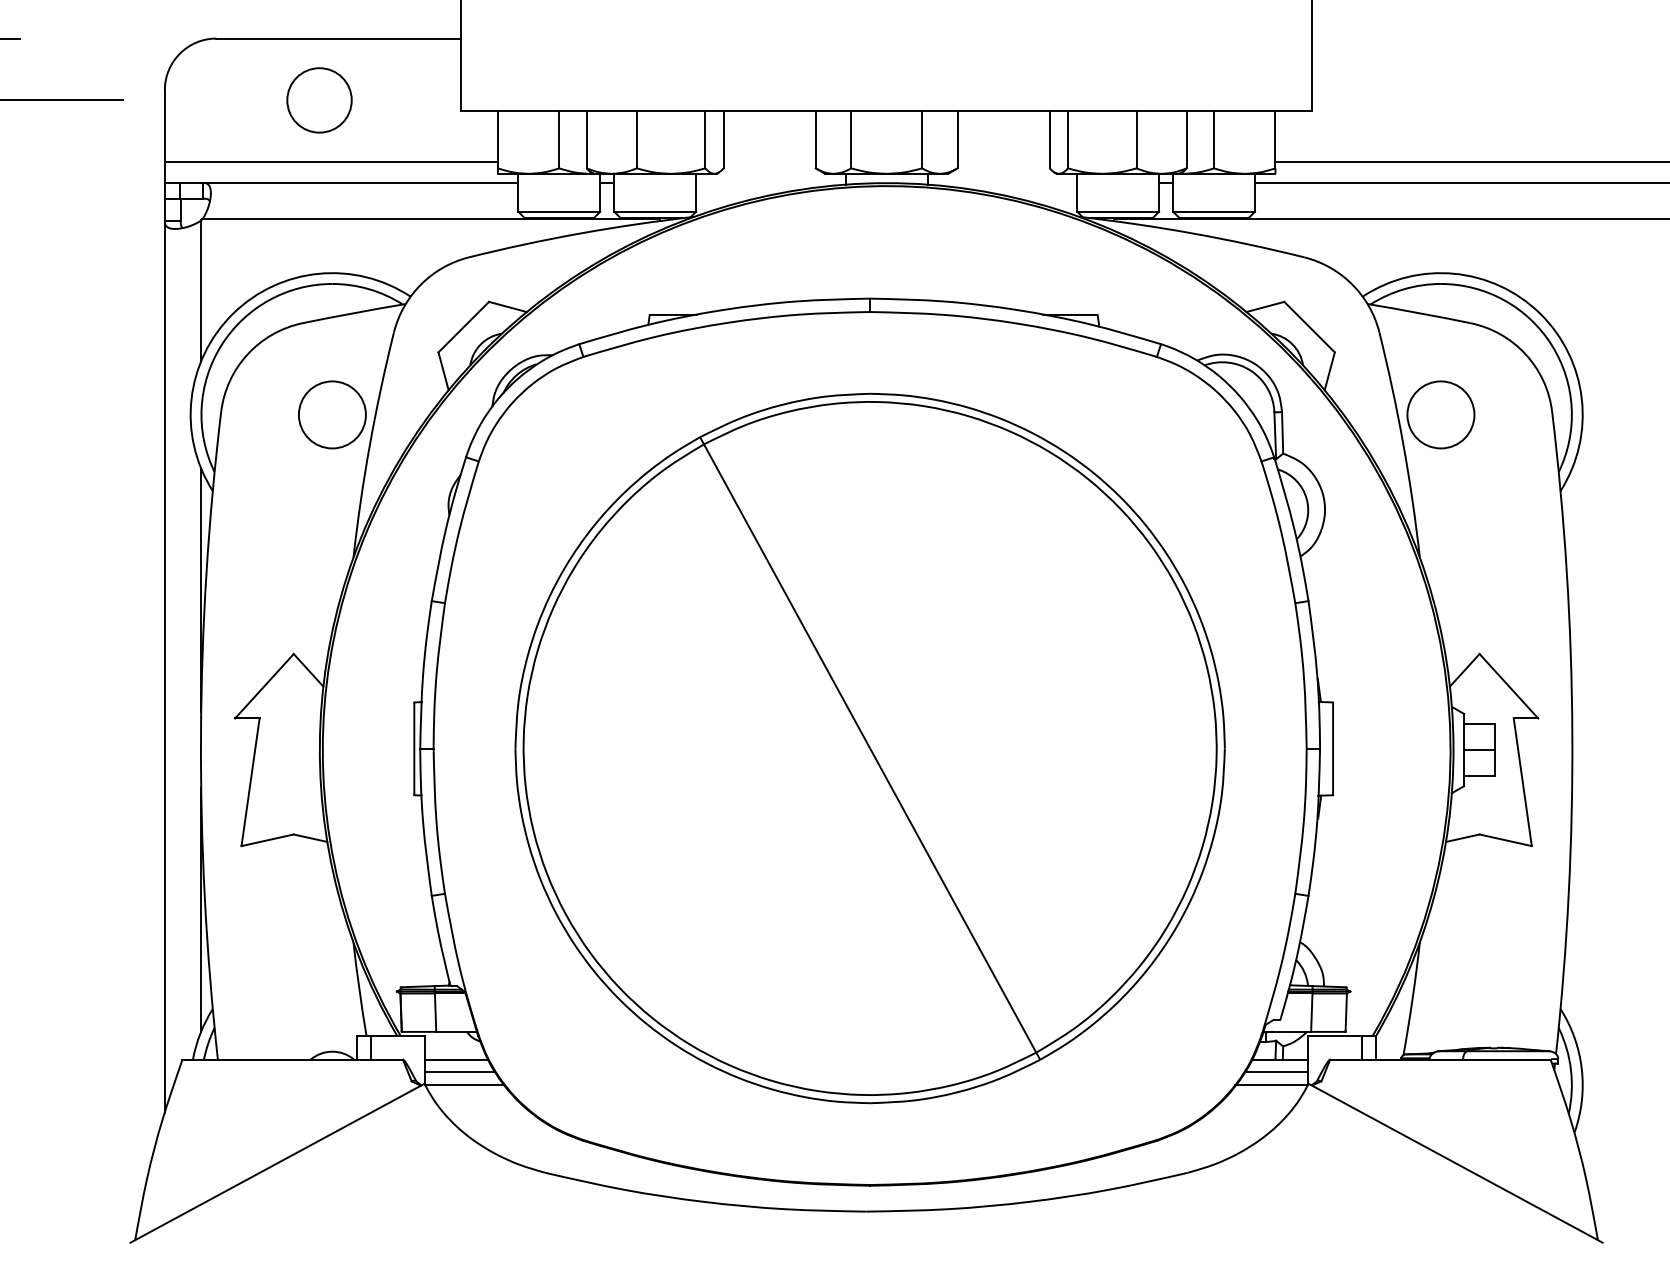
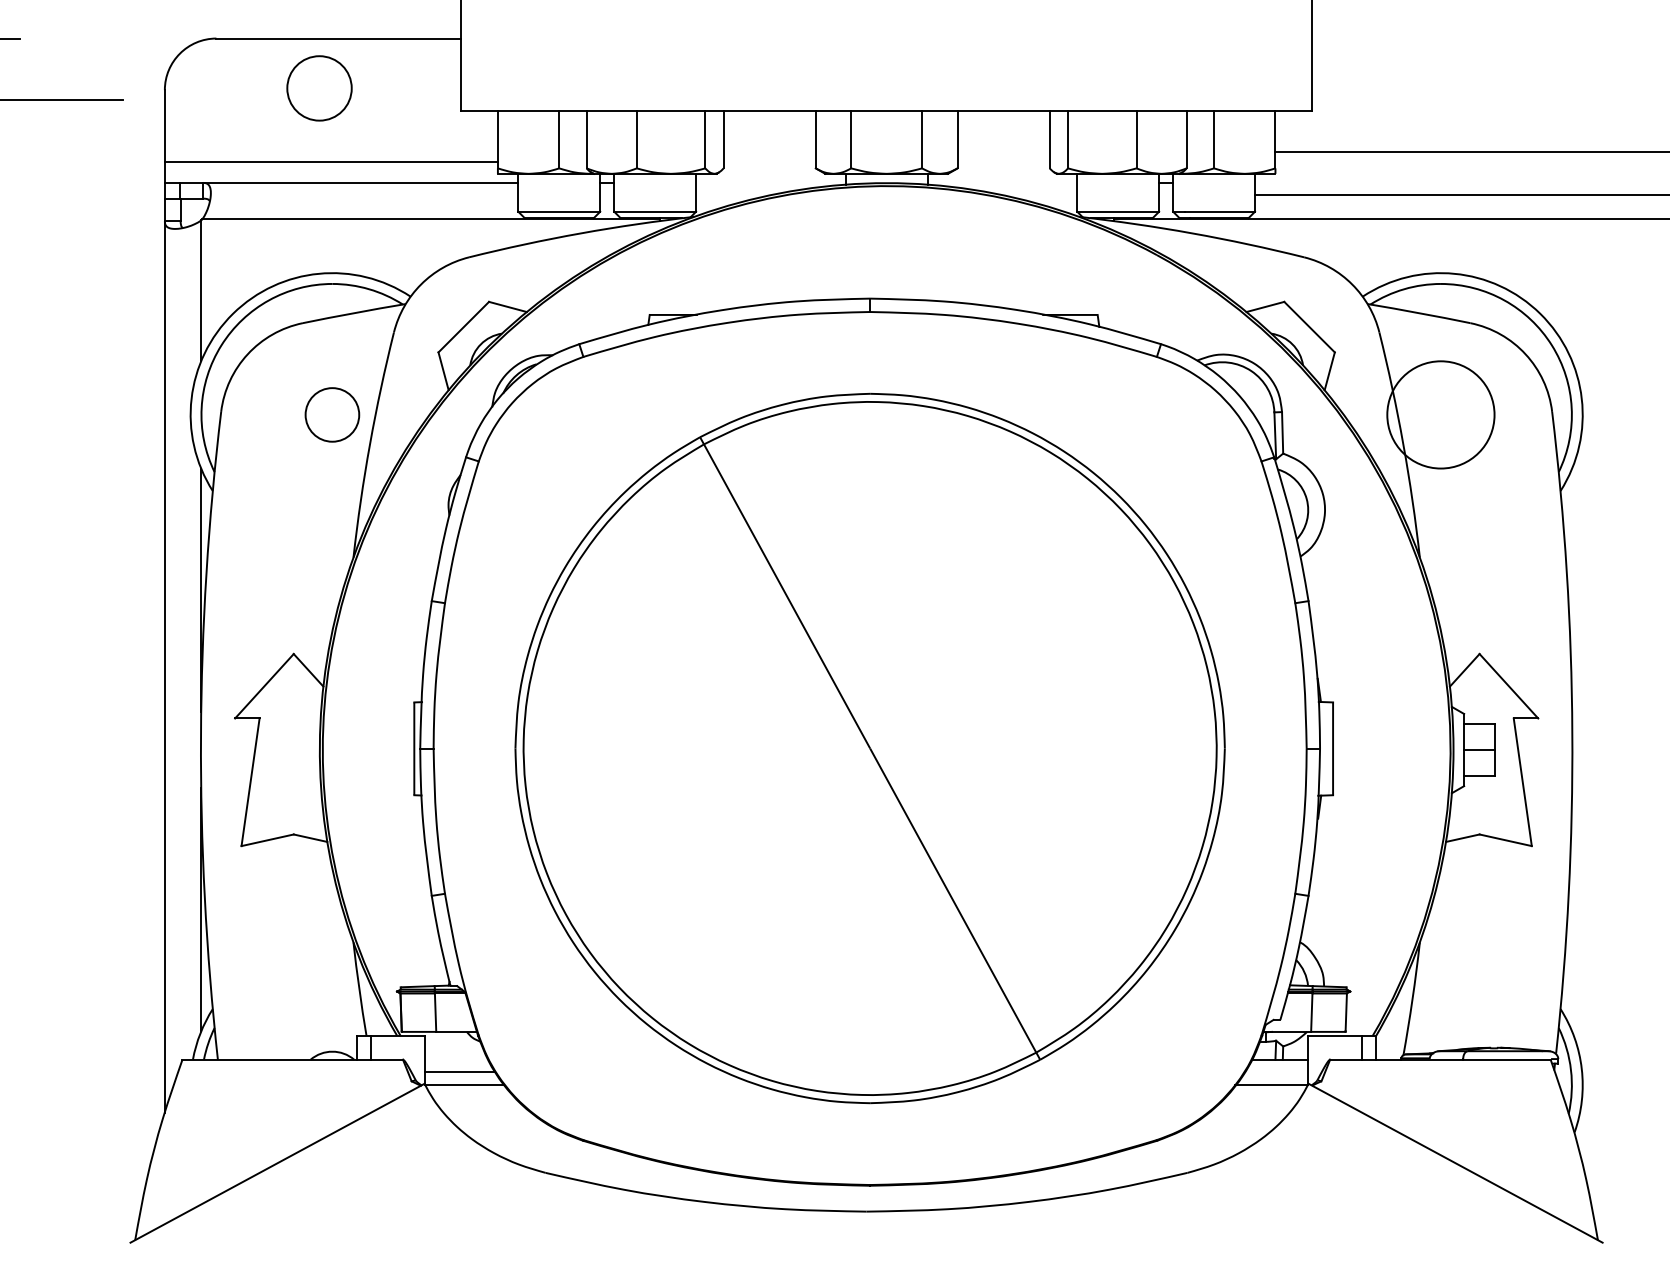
circle at (319, 100) position: (319, 100) -> (319, 88)
line at (1470, 162) position: (1470, 162) -> (1470, 152)
line at (1460, 182) position: (1460, 182) -> (1460, 194)
circle at (331, 414) diameter: 67 px -> 54 px
circle at (1440, 414) diameter: 67 px -> 107 px
line at (456, 1059): present -> none
line at (1276, 1071): present -> none
